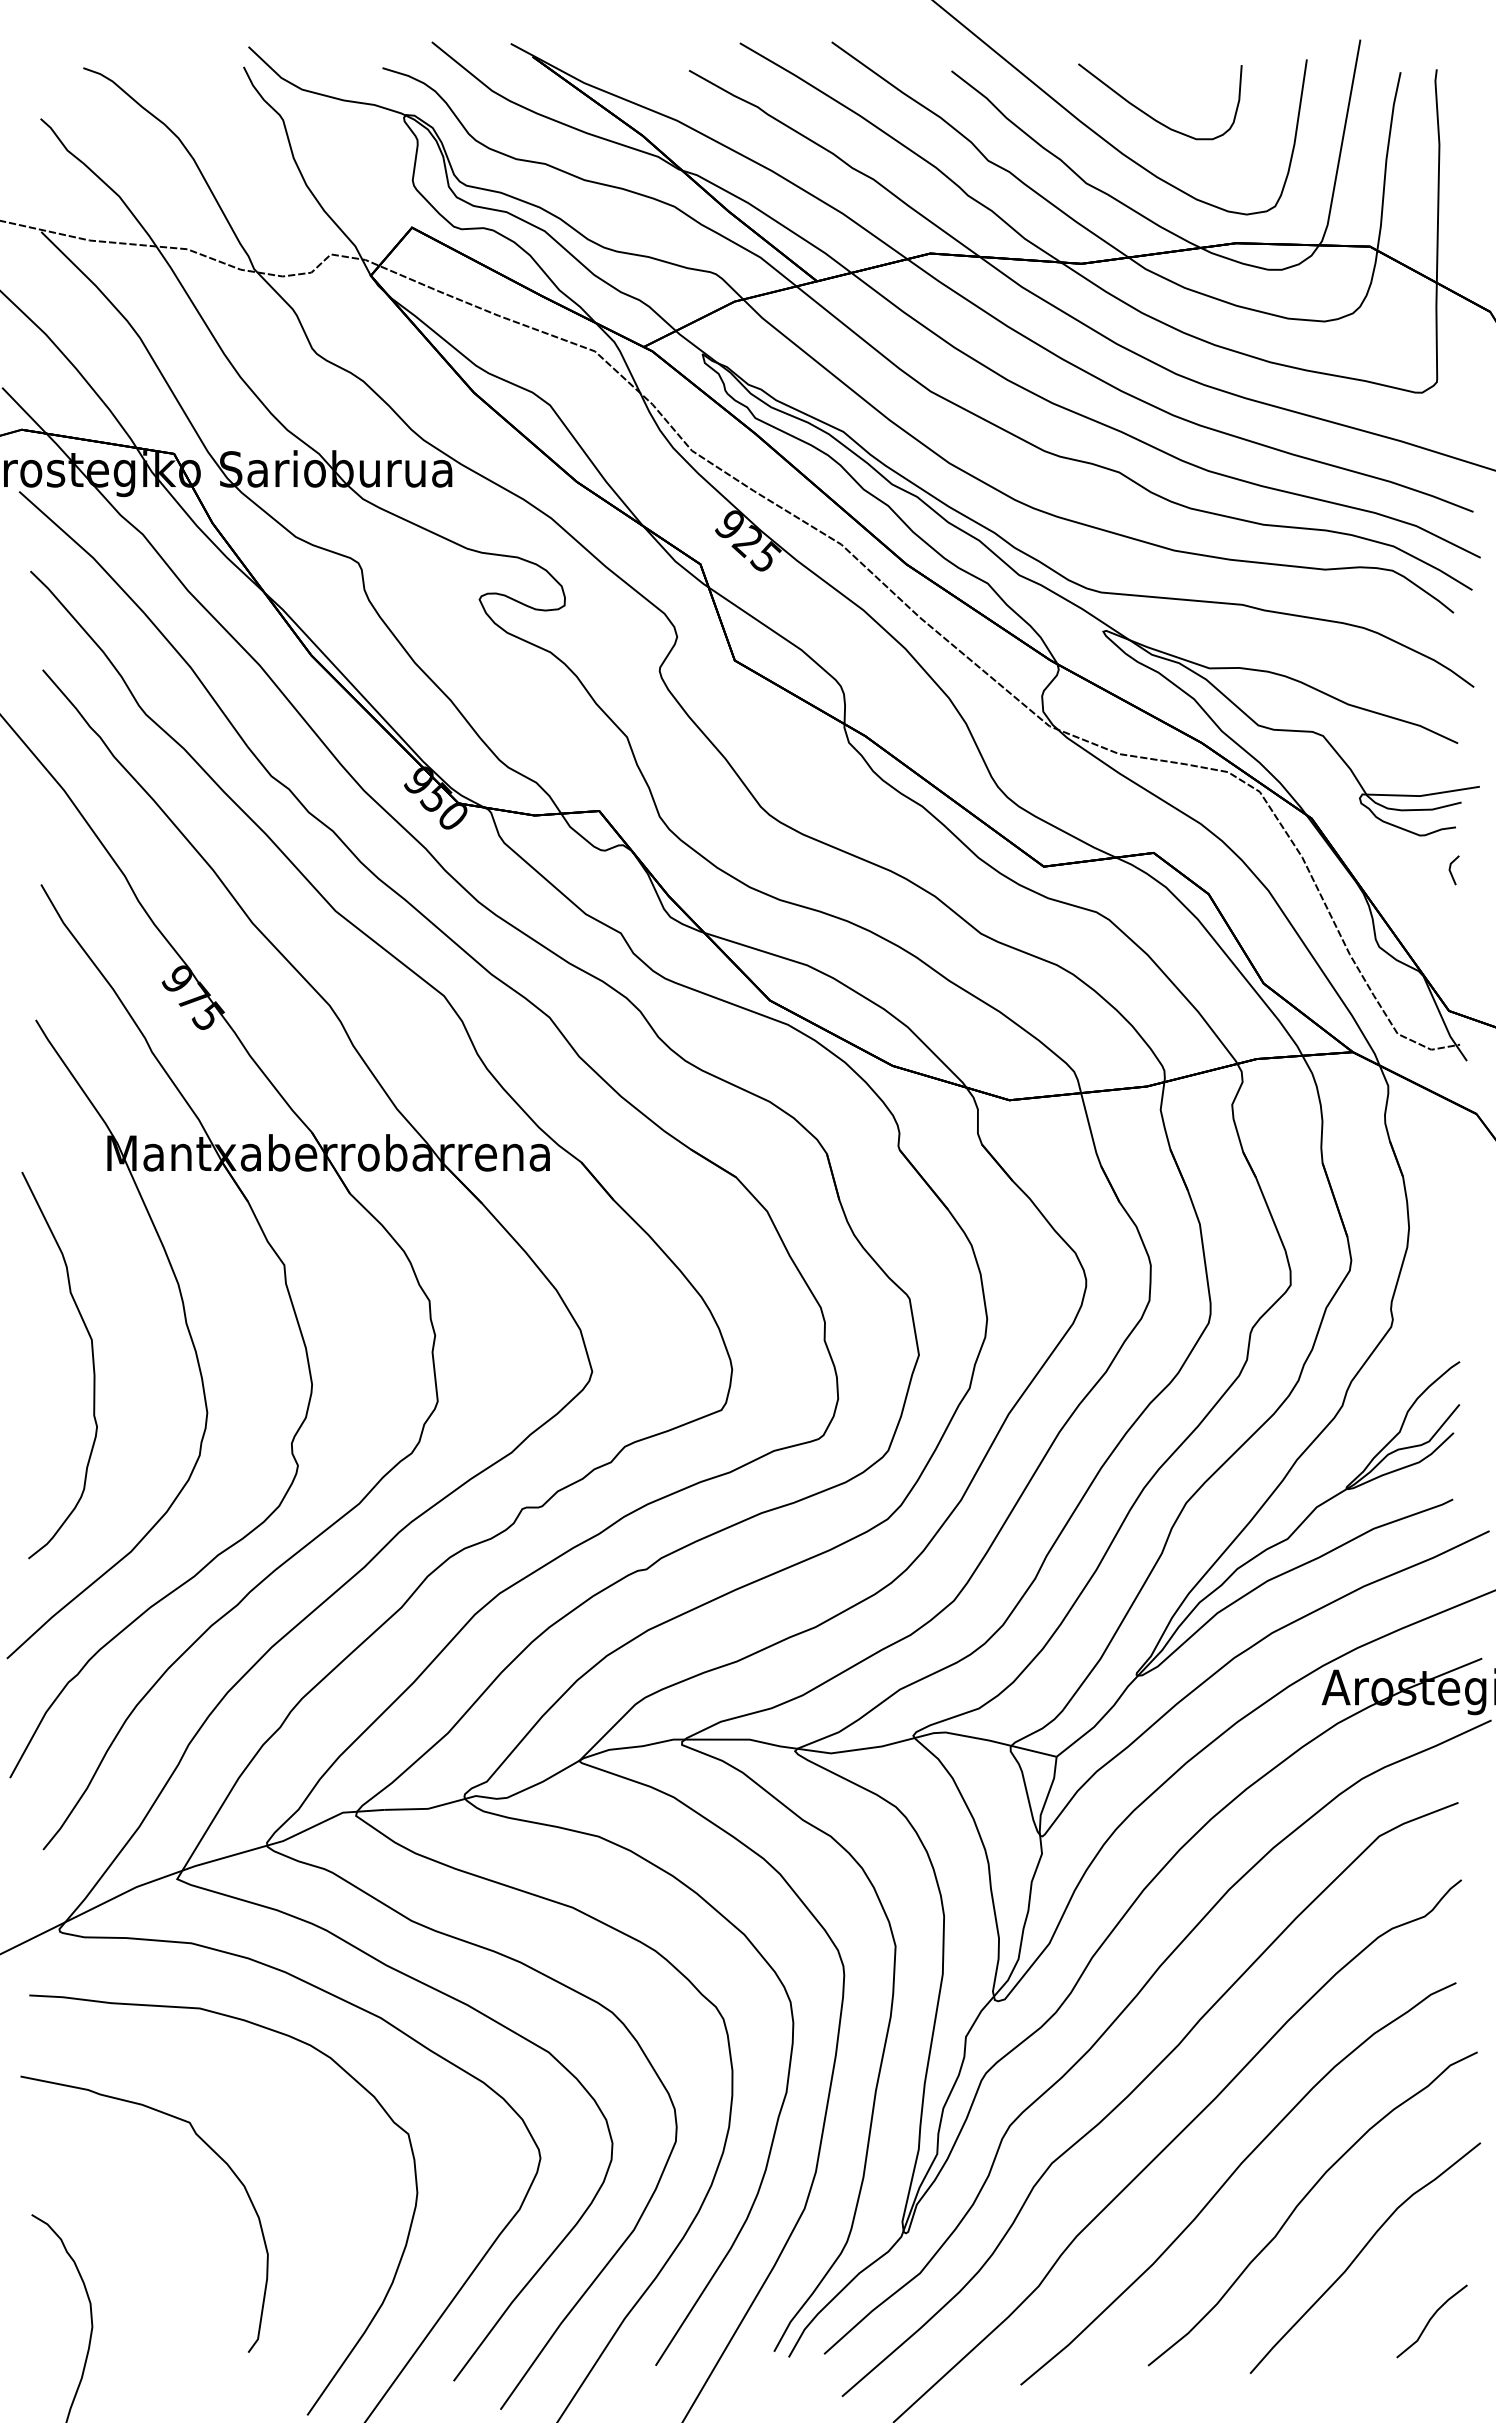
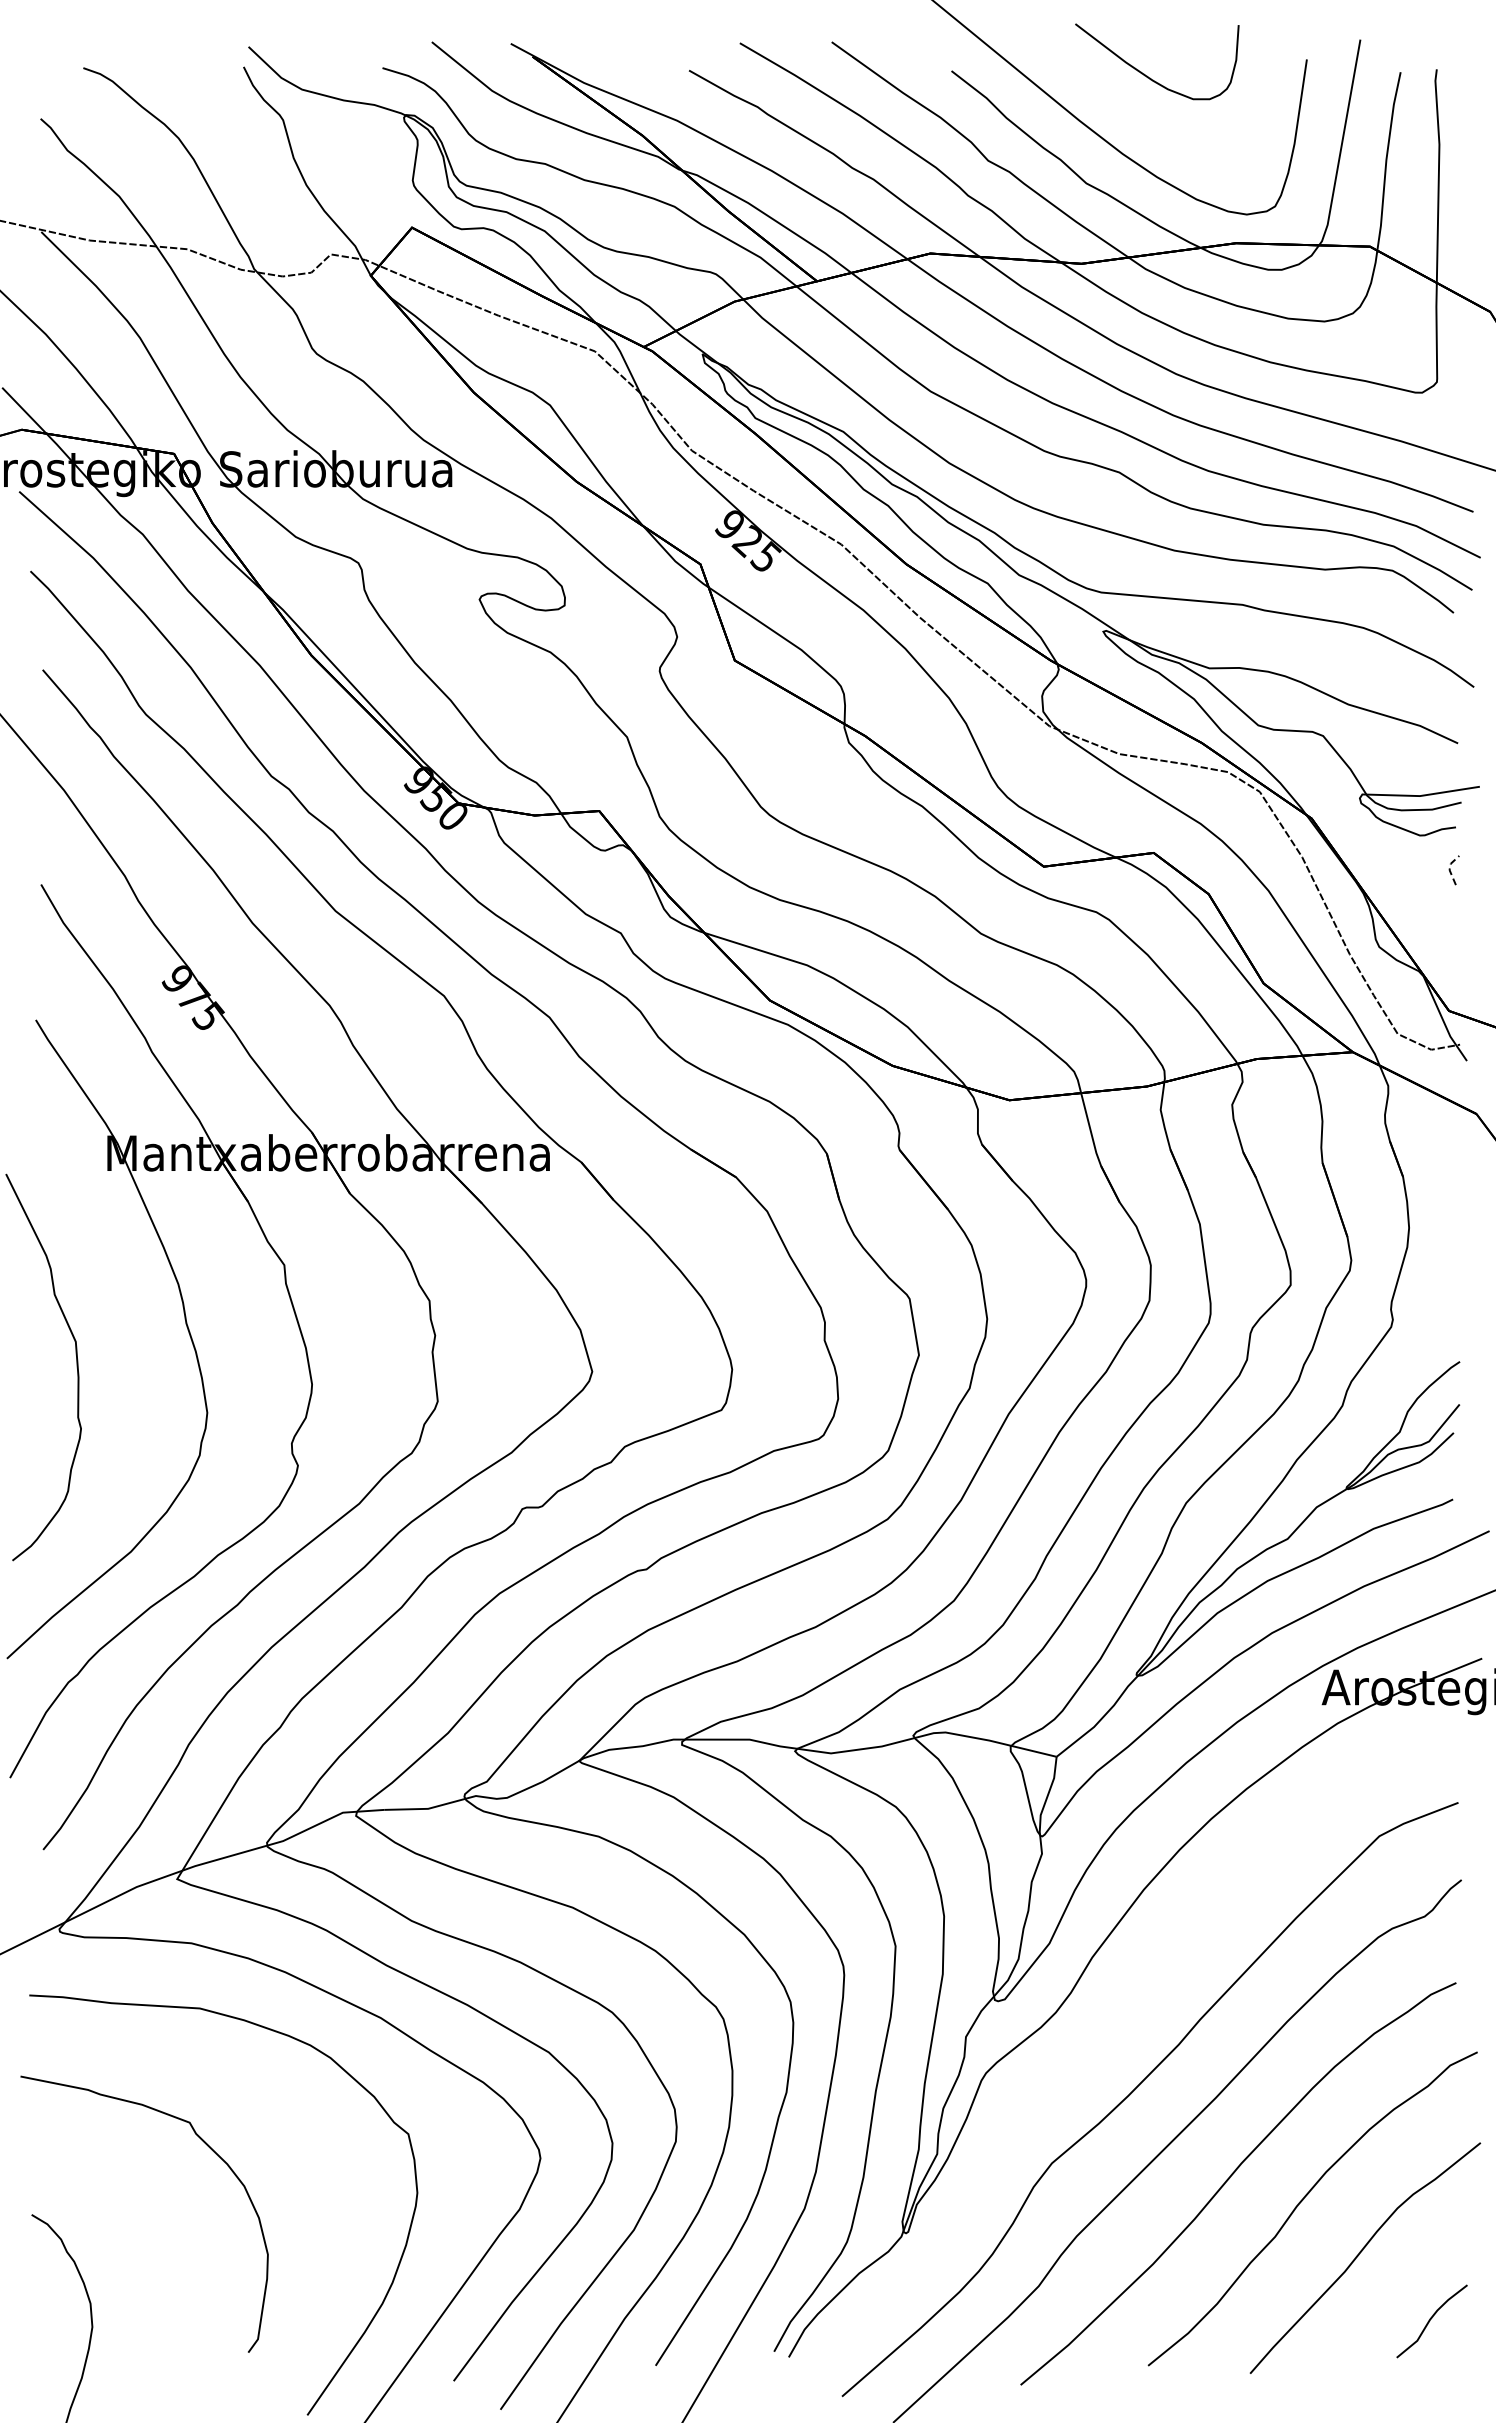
curve at (1150, 115) position: (1150, 115) -> (1147, 75)
line at (1449, 869): solid -> dashed
curve at (92, 1365) position: (92, 1365) -> (76, 1367)
curve at (1124, 2011): present -> none
